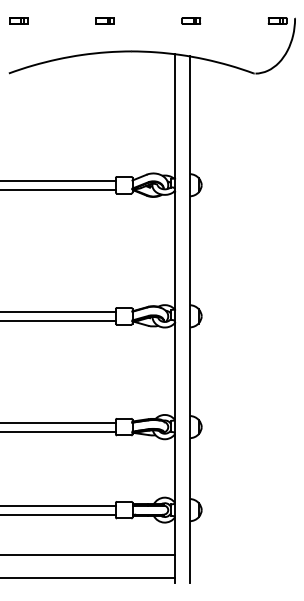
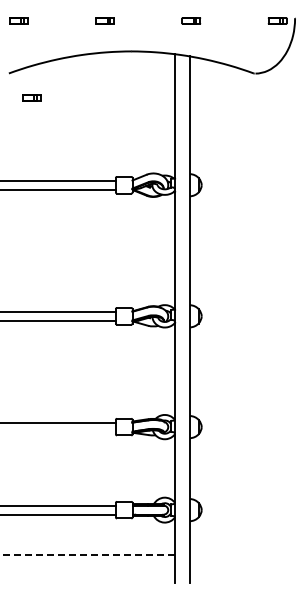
part at (31, 97): none -> present
line at (58, 431): present -> none
line at (87, 555): solid -> dashed
line at (88, 577): present -> none
